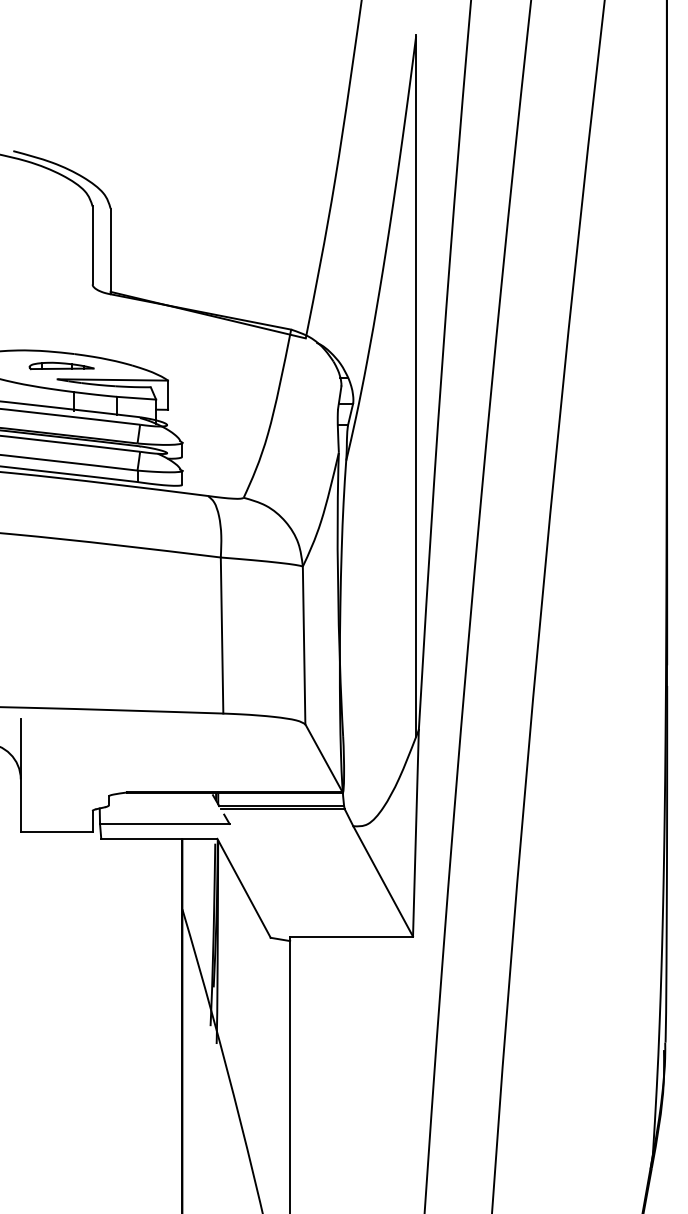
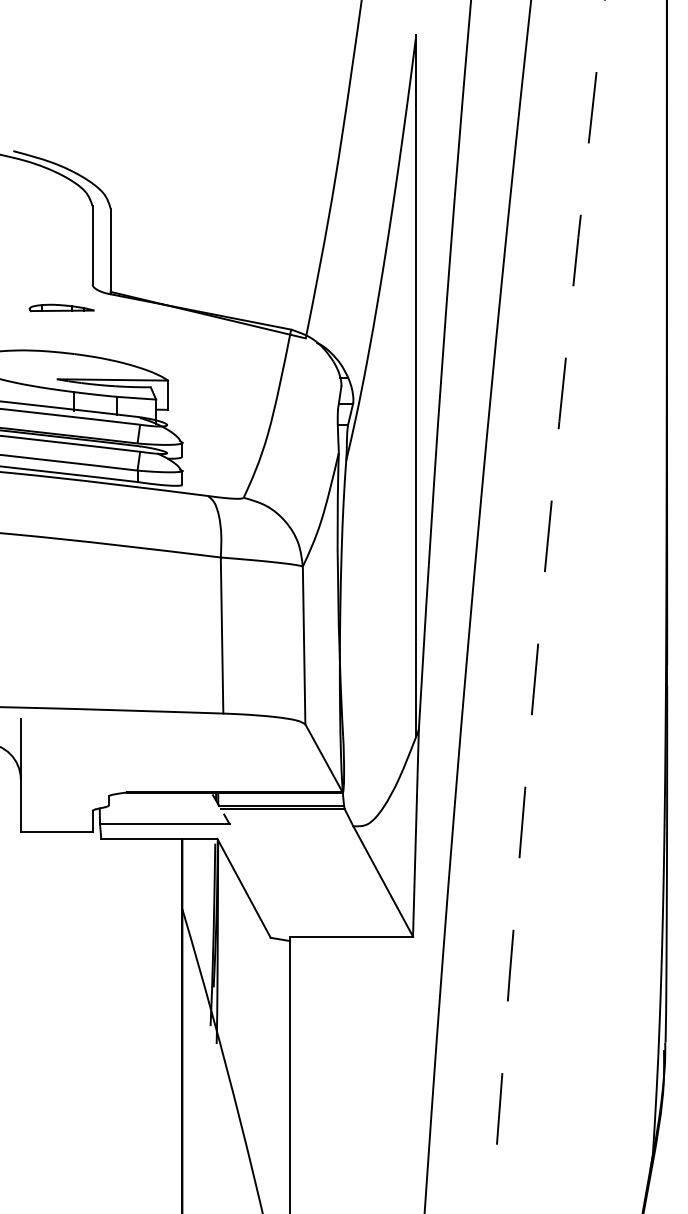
part at (61, 365) position: (61, 365) -> (61, 307)
arc at (541, 605): solid -> dashed
